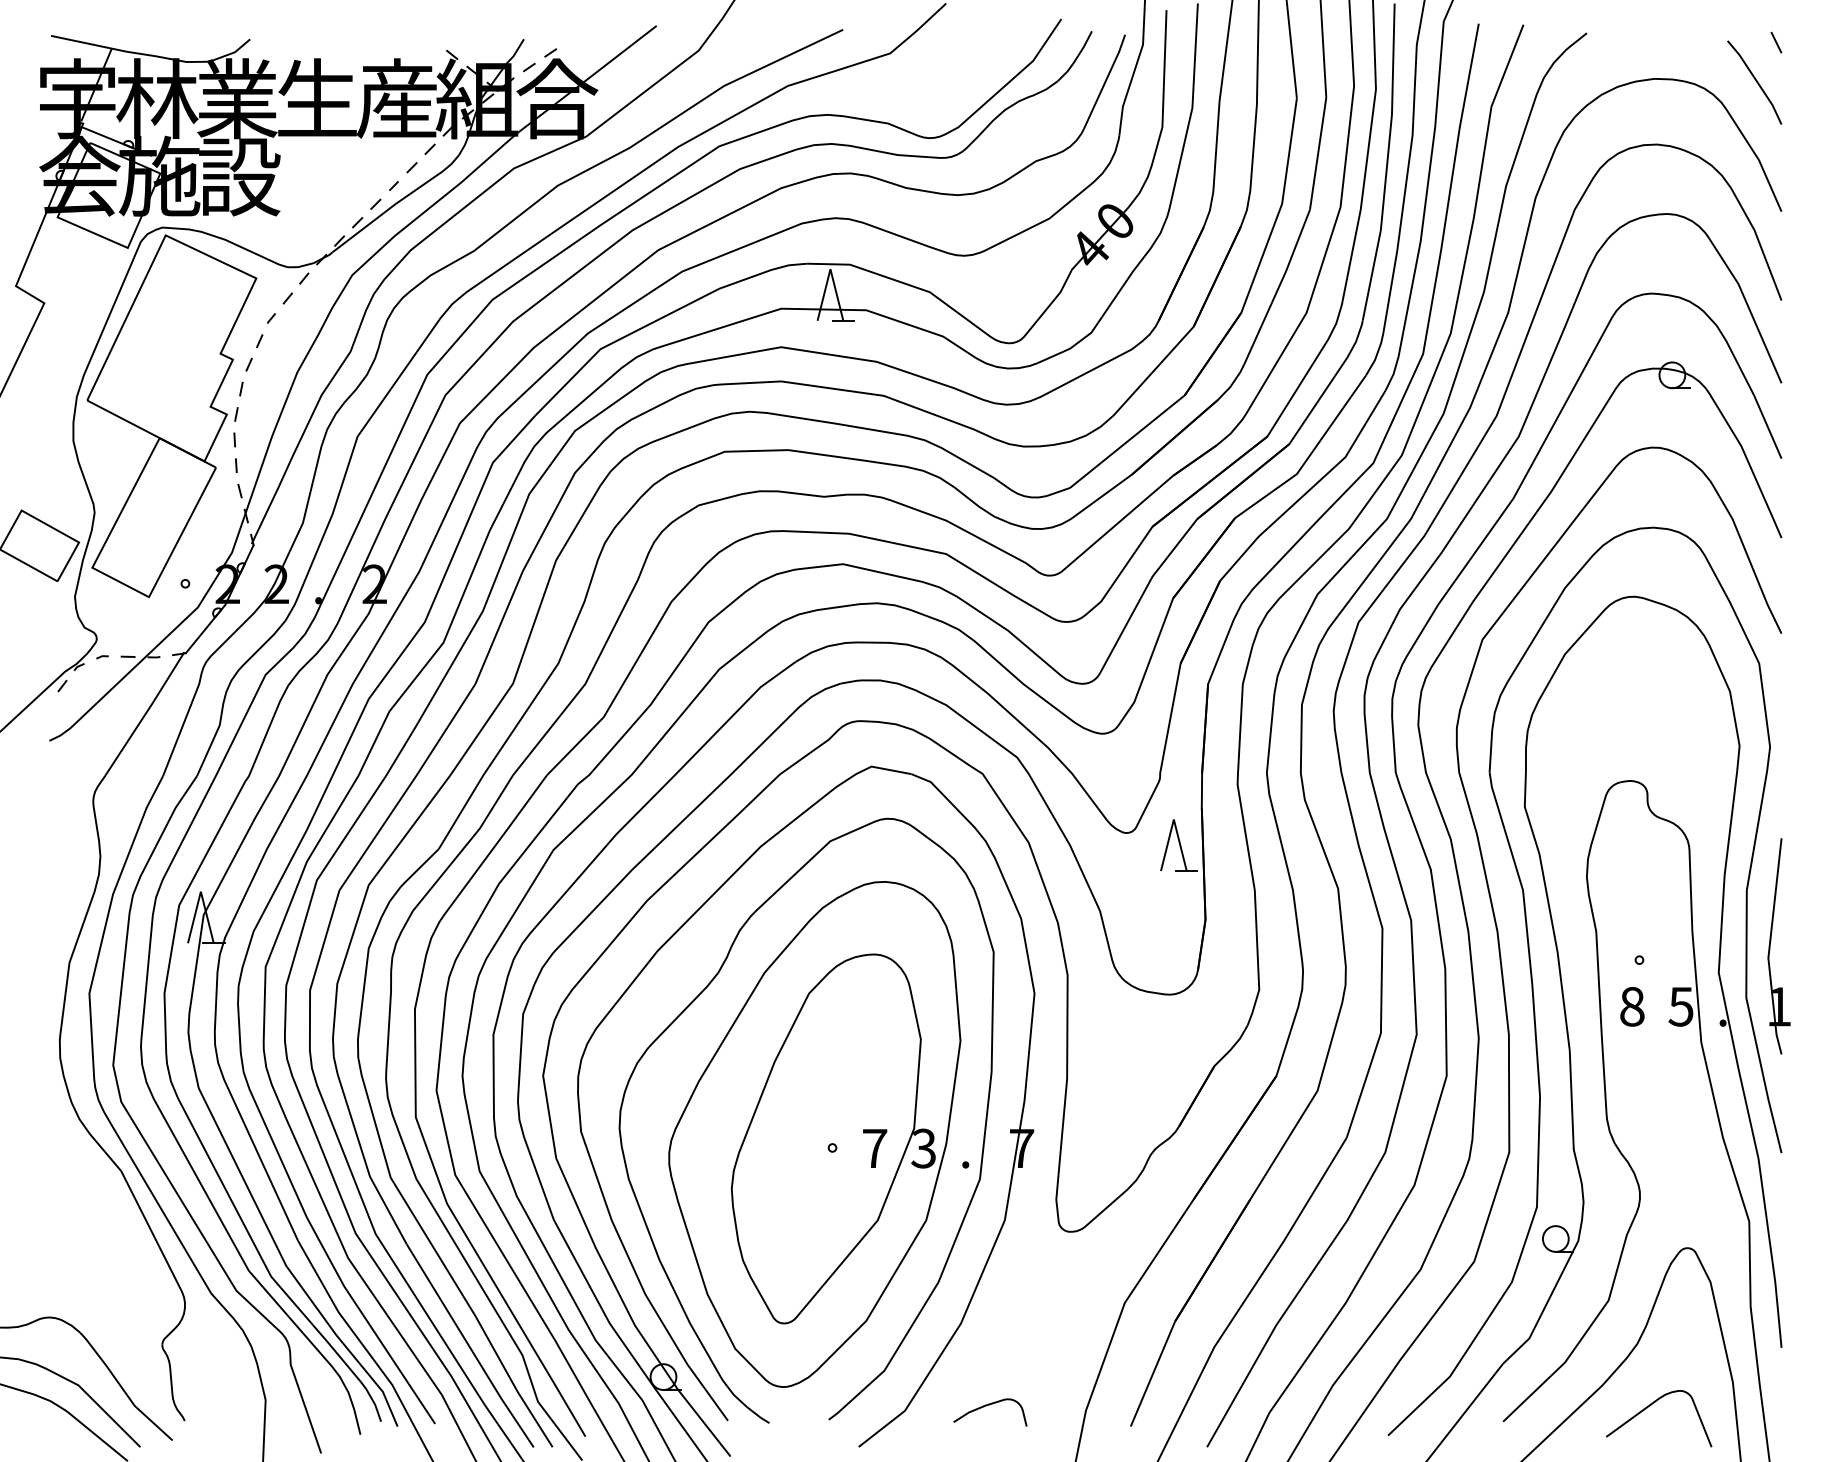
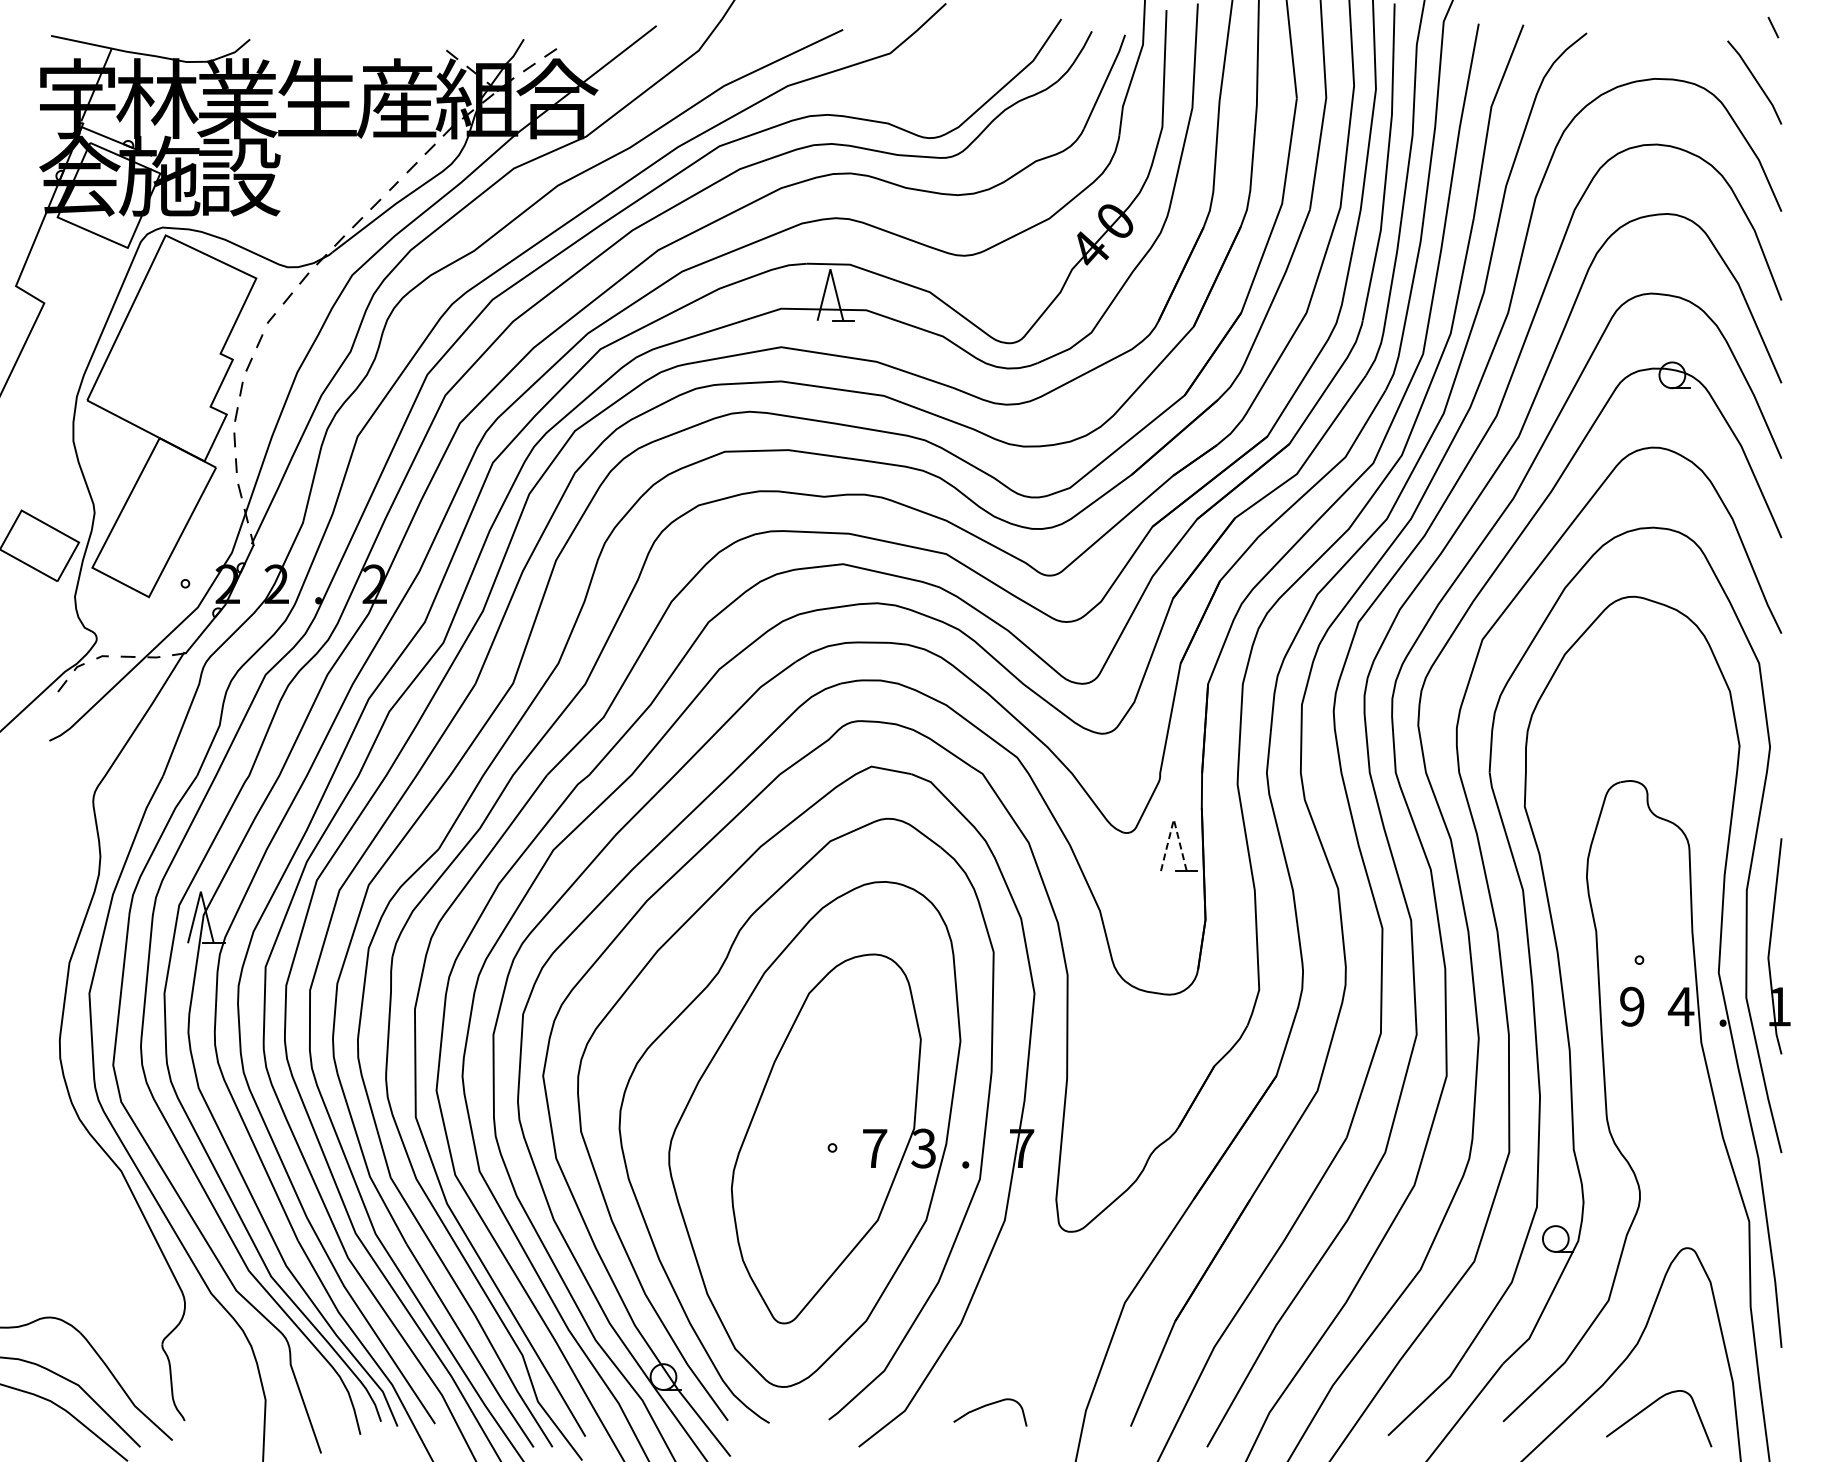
line at (1776, 42) position: (1776, 42) -> (1773, 27)
line at (1173, 819): solid -> dashed
text at (1632, 1006): 8 -> 9
text at (1680, 1006): 5 -> 4
